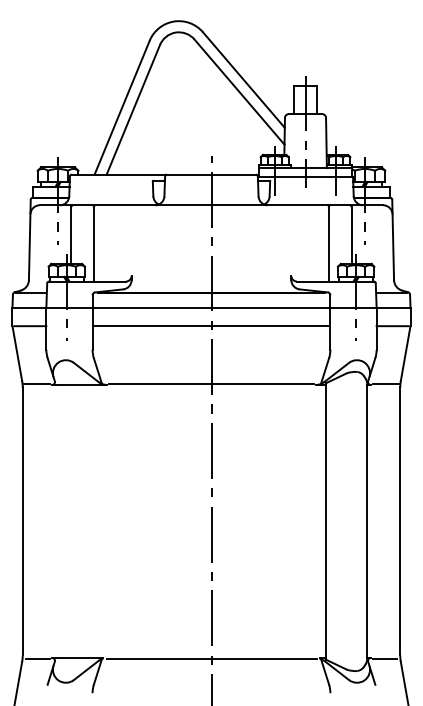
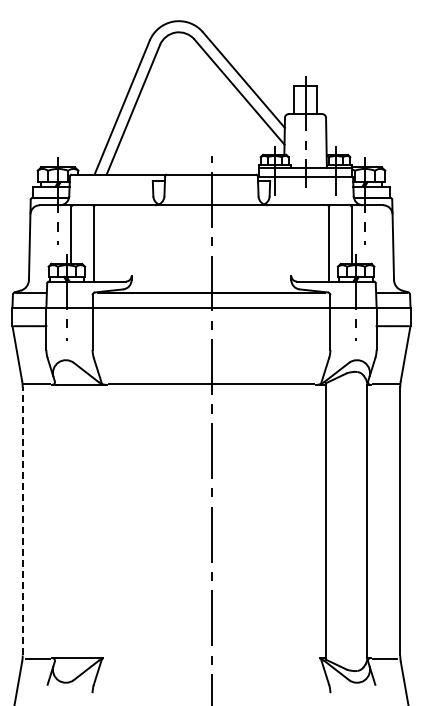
line at (211, 326): present -> none
line at (22, 520): solid -> dashed
line at (211, 658): present -> none
